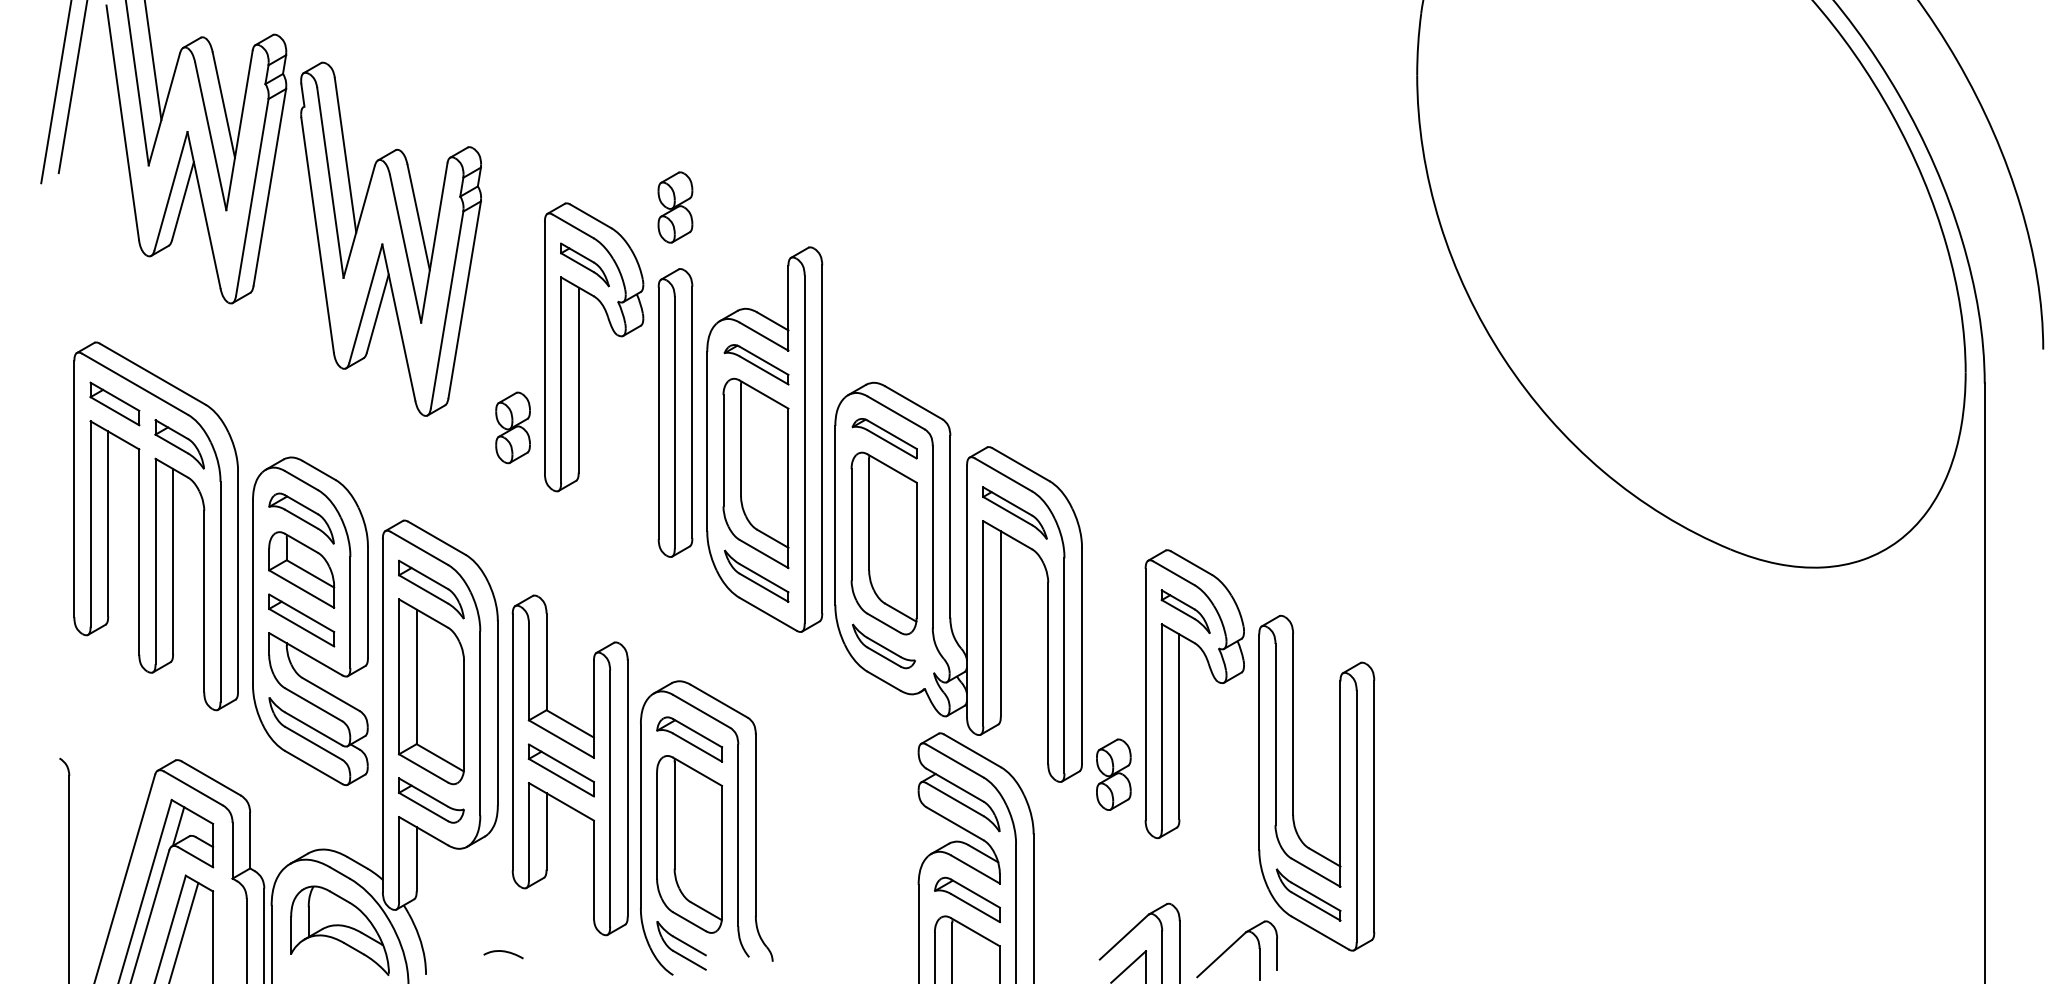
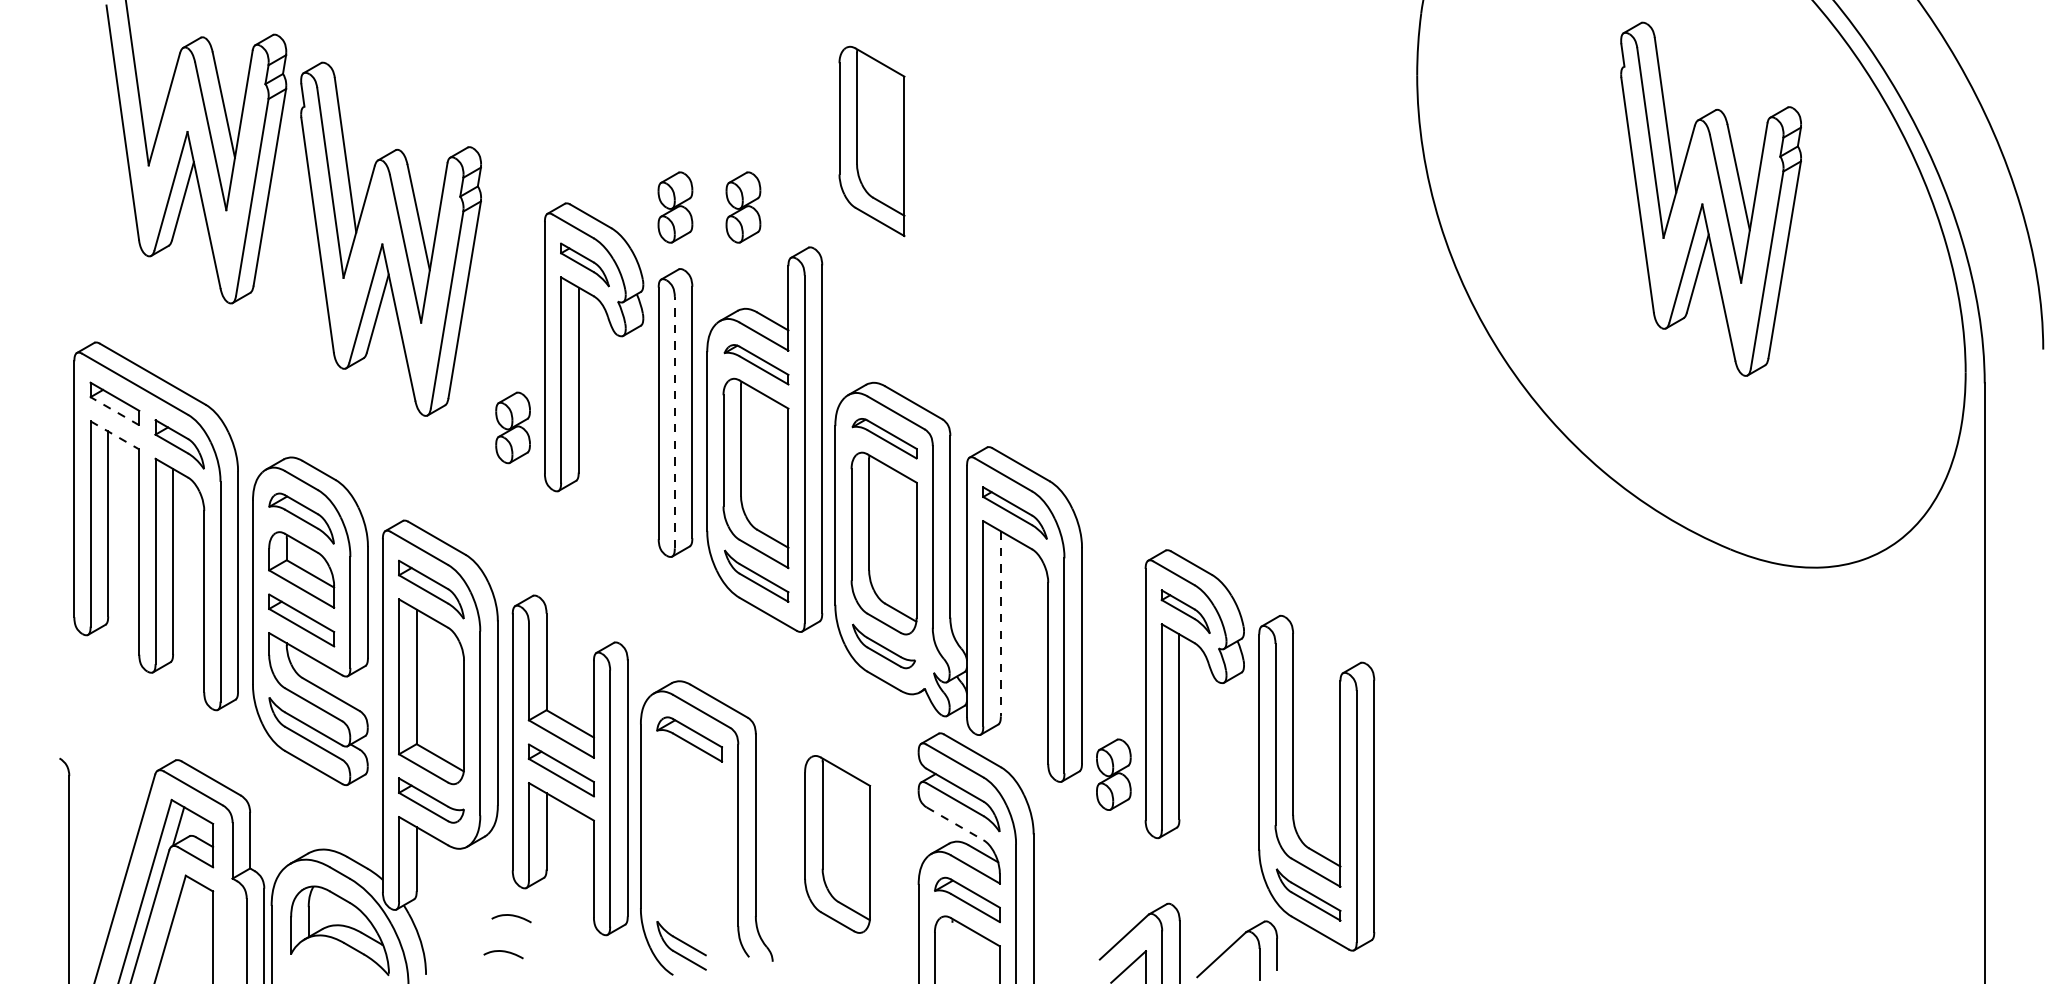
line at (153, 61): present -> none
line at (72, 87): present -> none
line at (56, 92): present -> none
part at (871, 141): none -> present
part at (1710, 198): none -> present
part at (743, 207): none -> present
line at (114, 410): solid -> dashed
line at (674, 422): solid -> dashed
line at (115, 435): solid -> dashed
line at (1000, 623): solid -> dashed
line at (955, 823): solid -> dashed
part at (689, 844) position: (689, 844) -> (837, 844)
curve at (511, 916): none -> present
line at (184, 931): present -> none
line at (952, 951): present -> none
